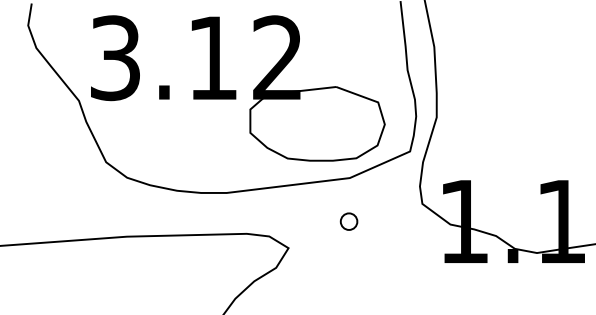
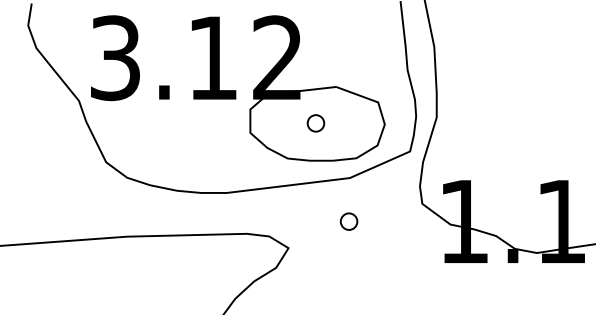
part at (315, 123): none -> present
